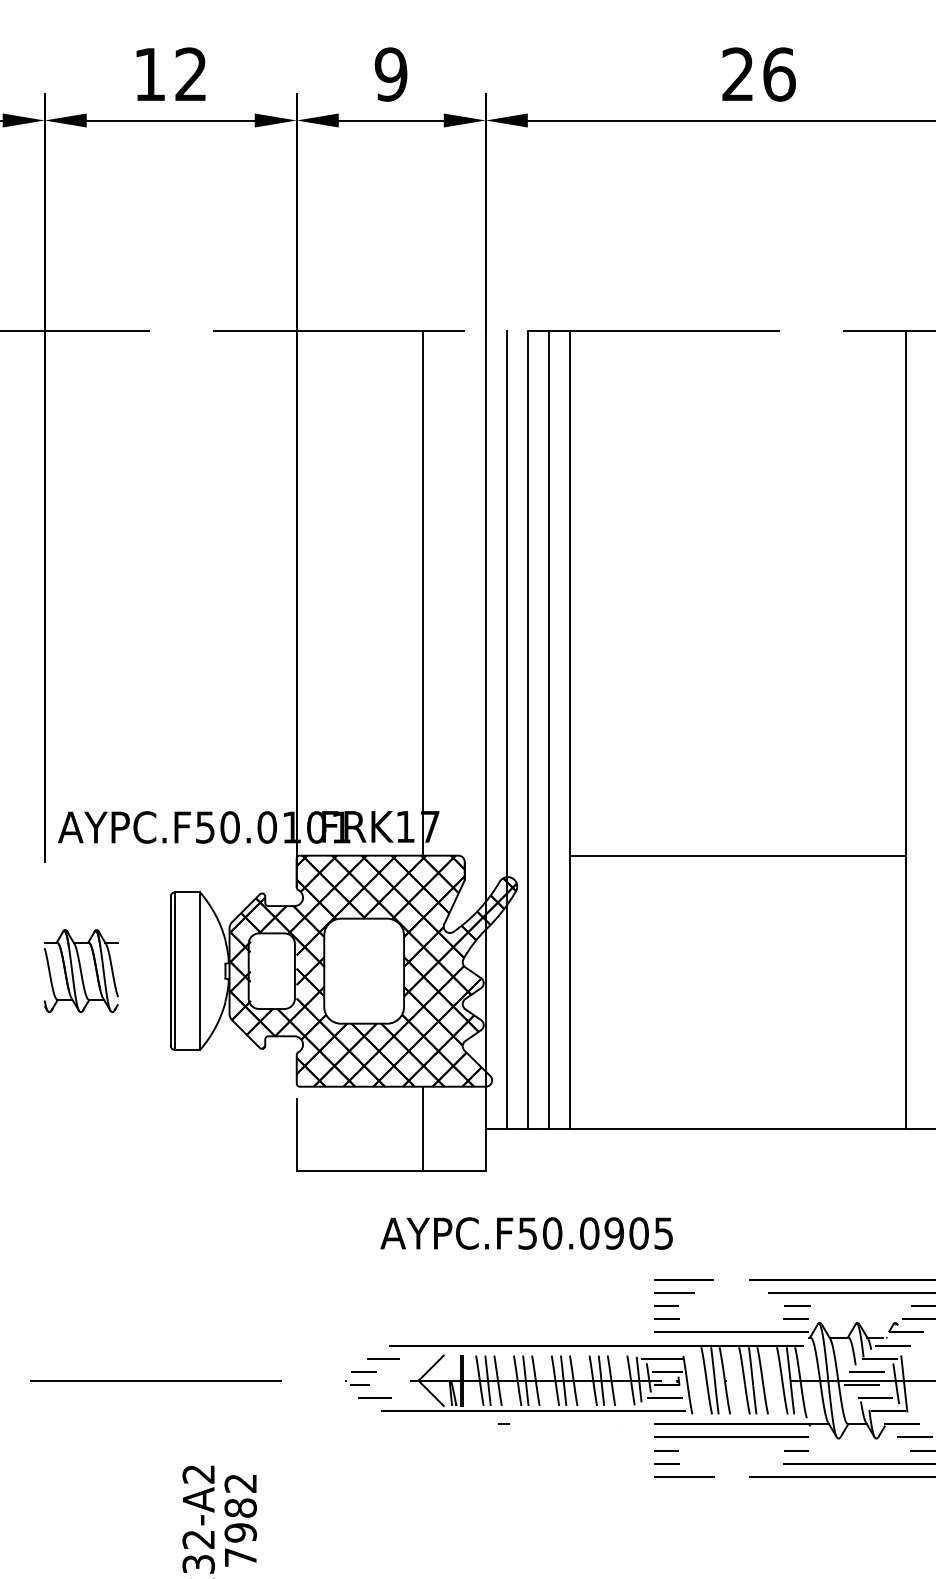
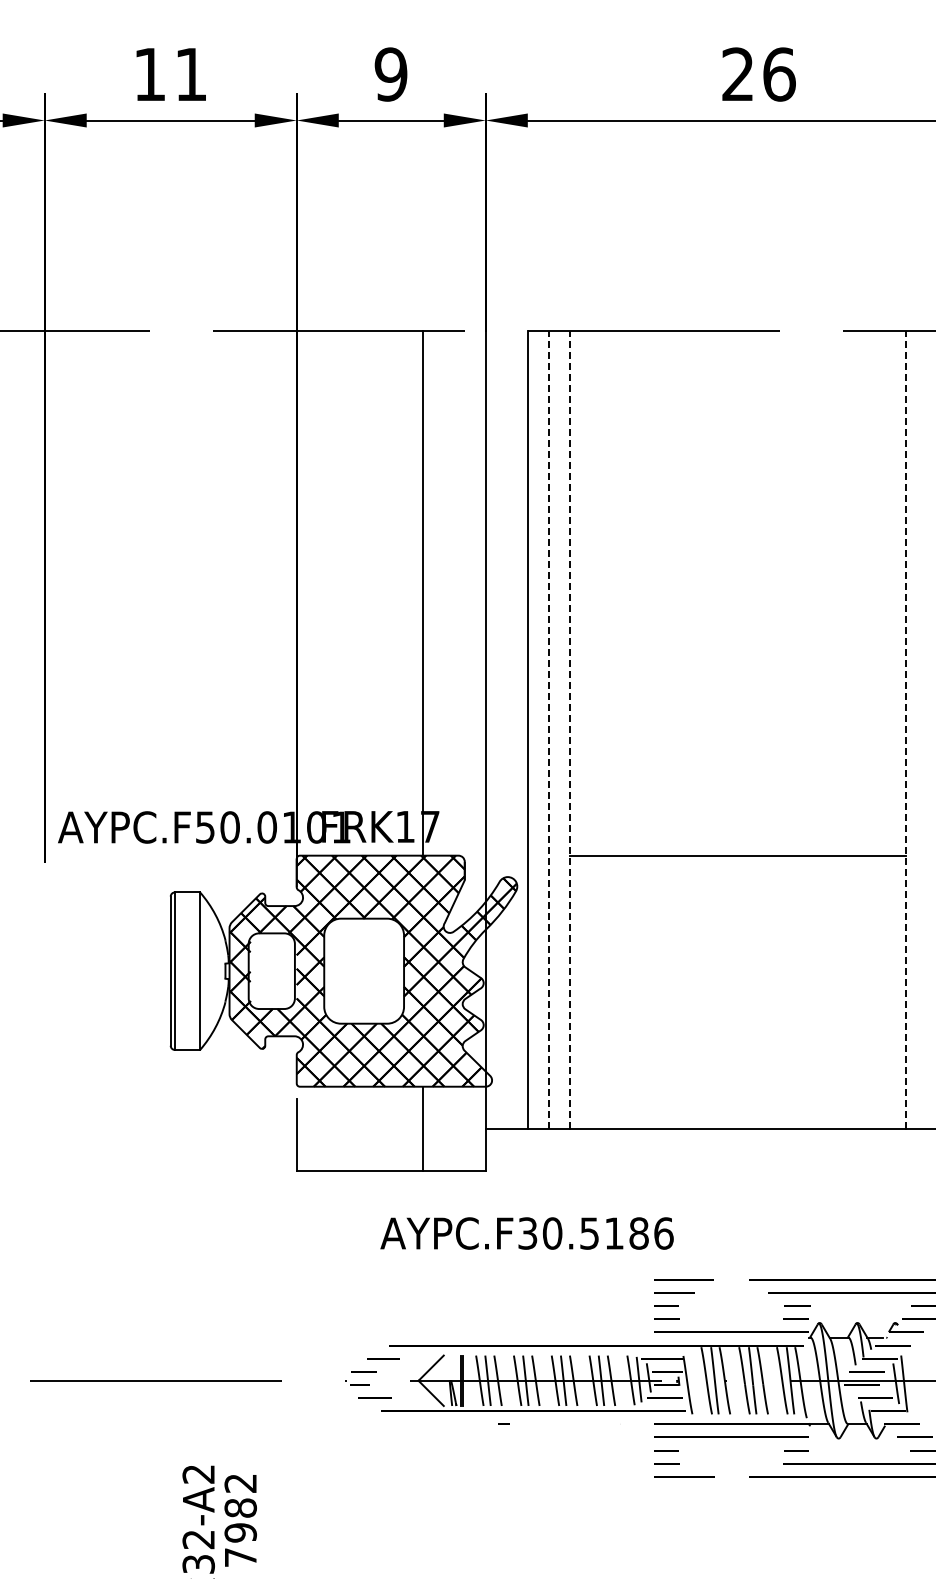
text at (190, 73): 12 -> 11
line at (506, 729): present -> none
line at (548, 729): solid -> dashed
line at (569, 729): solid -> dashed
line at (905, 729): solid -> dashed
part at (81, 970): present -> none
text at (596, 1233): AYPC.F50.0905 -> AYPC.F30.5186
